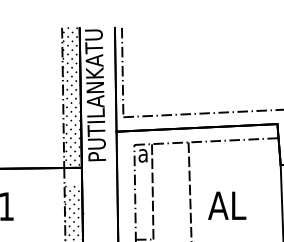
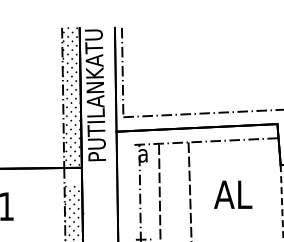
line at (134, 191) position: (134, 191) -> (139, 191)
line at (152, 191) position: (152, 191) -> (159, 191)
line at (282, 203): solid -> dashed
text at (227, 205) position: (227, 205) -> (233, 194)
